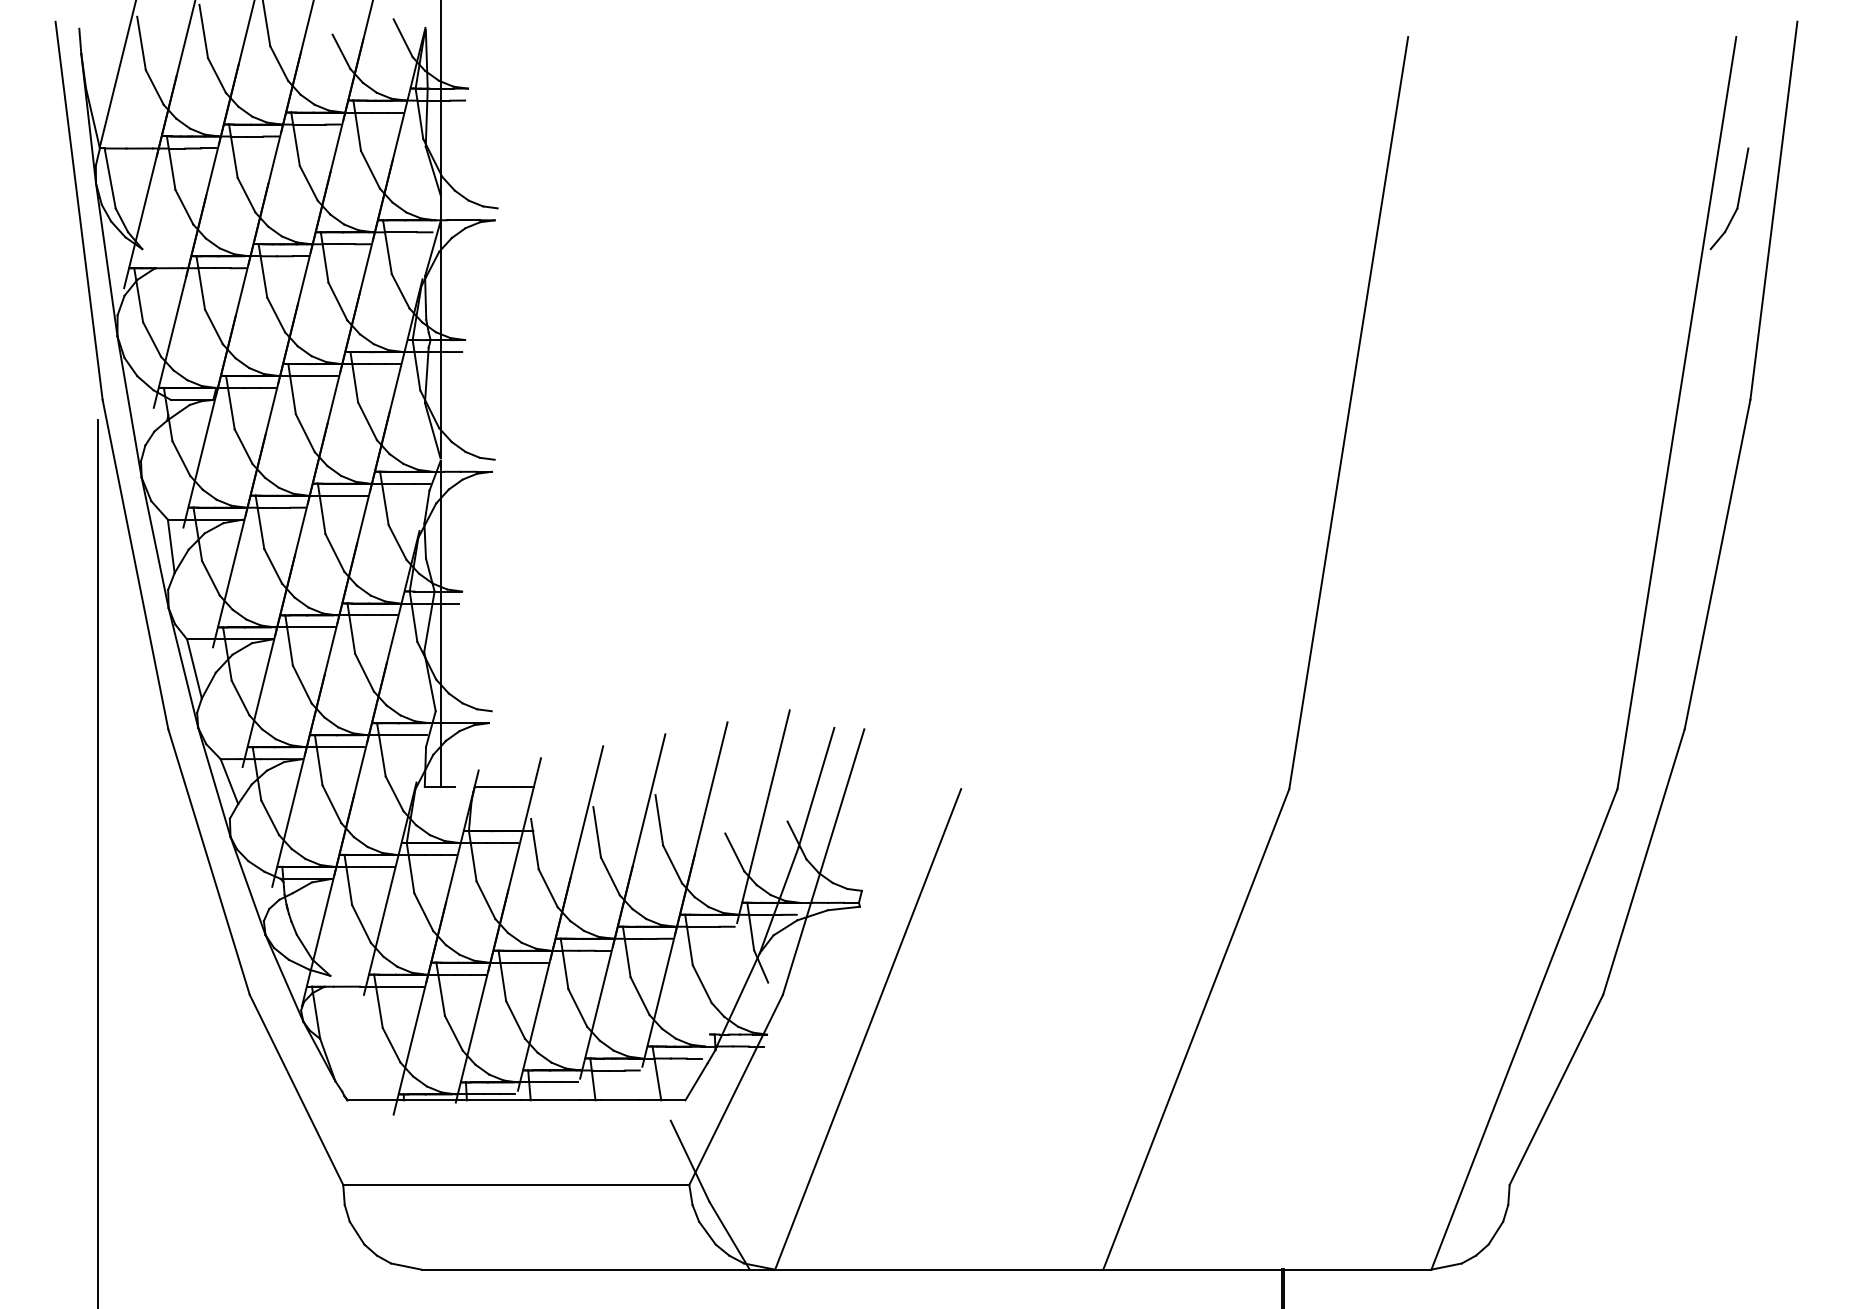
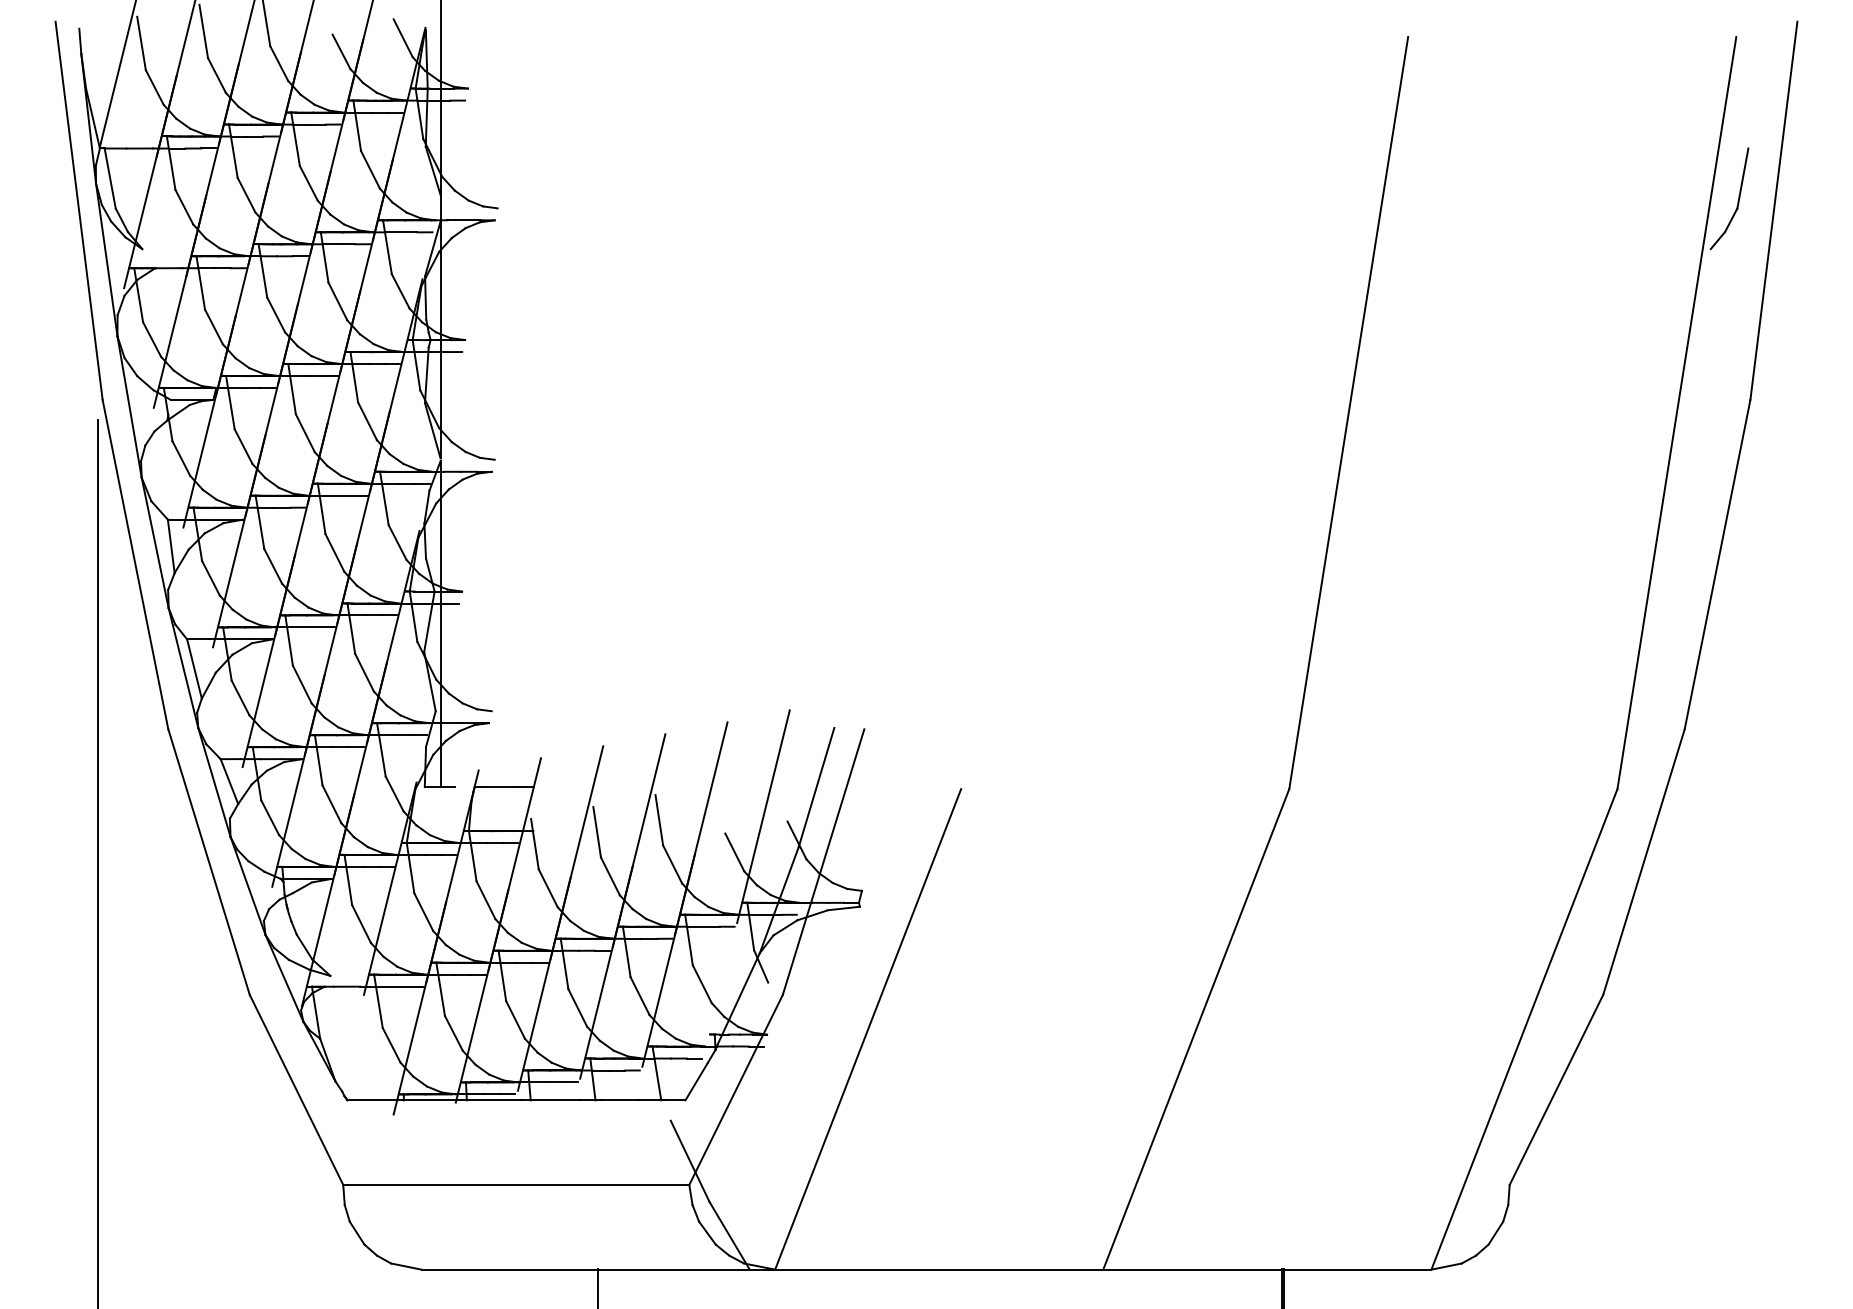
line at (598, 1287): none -> present
